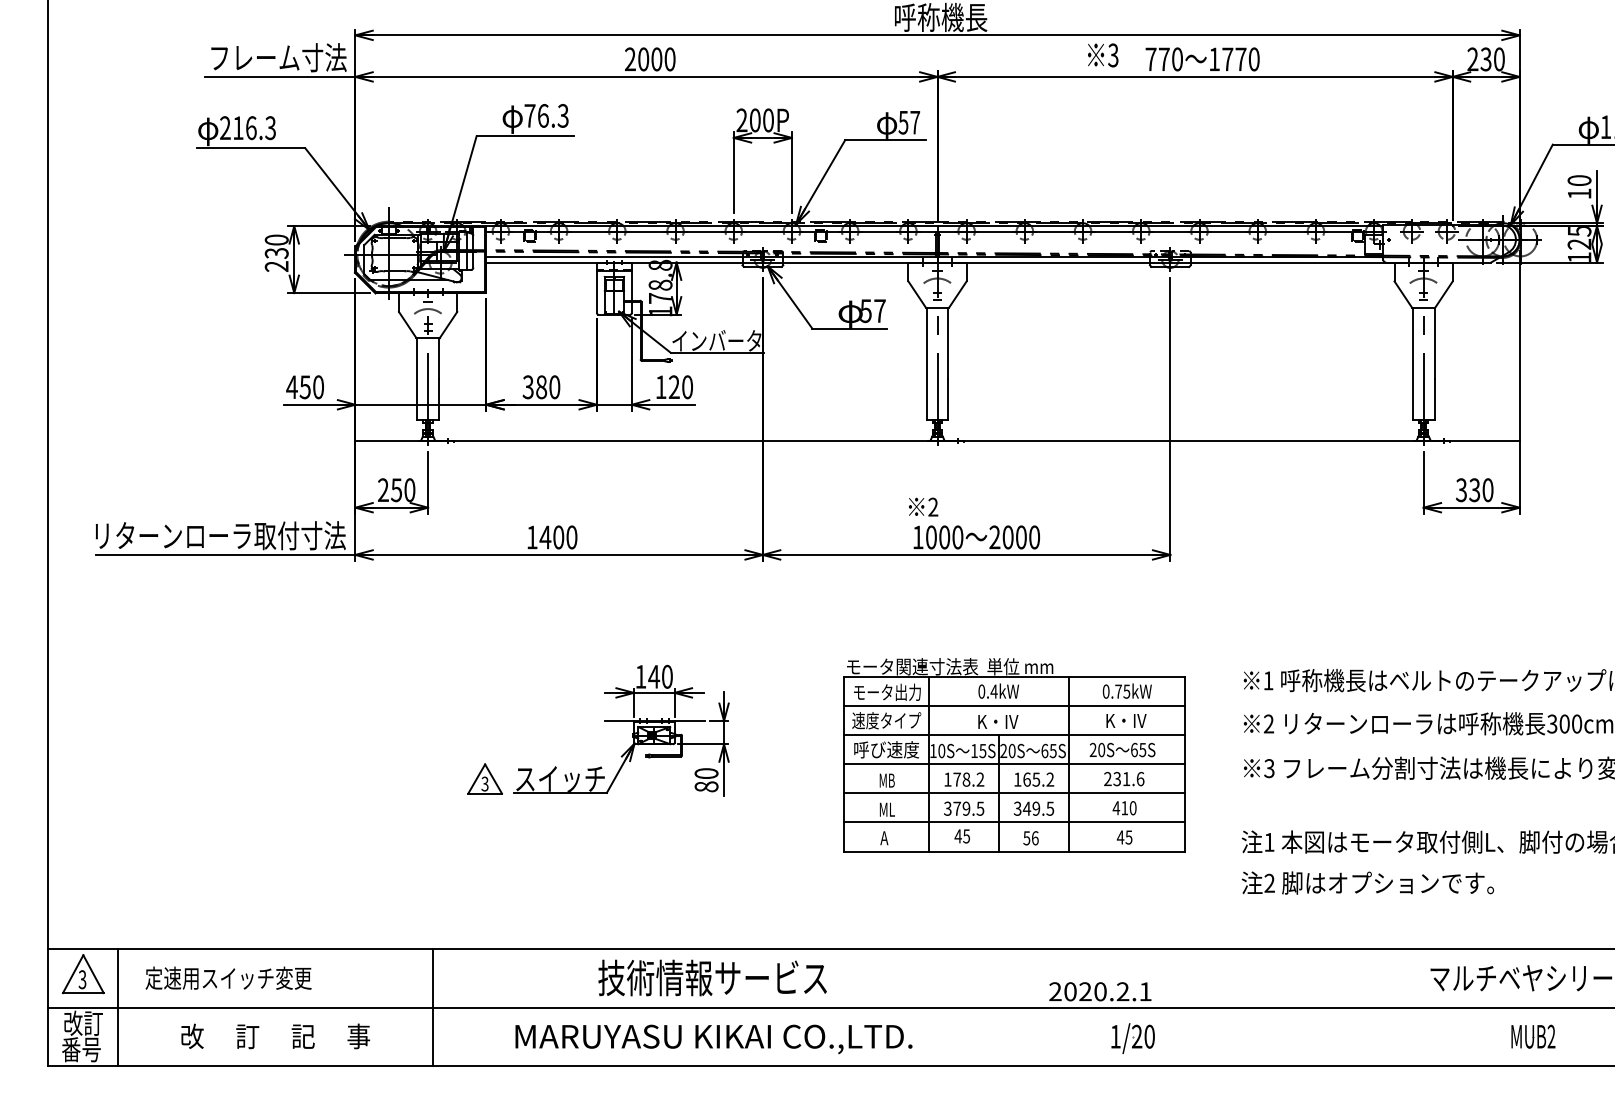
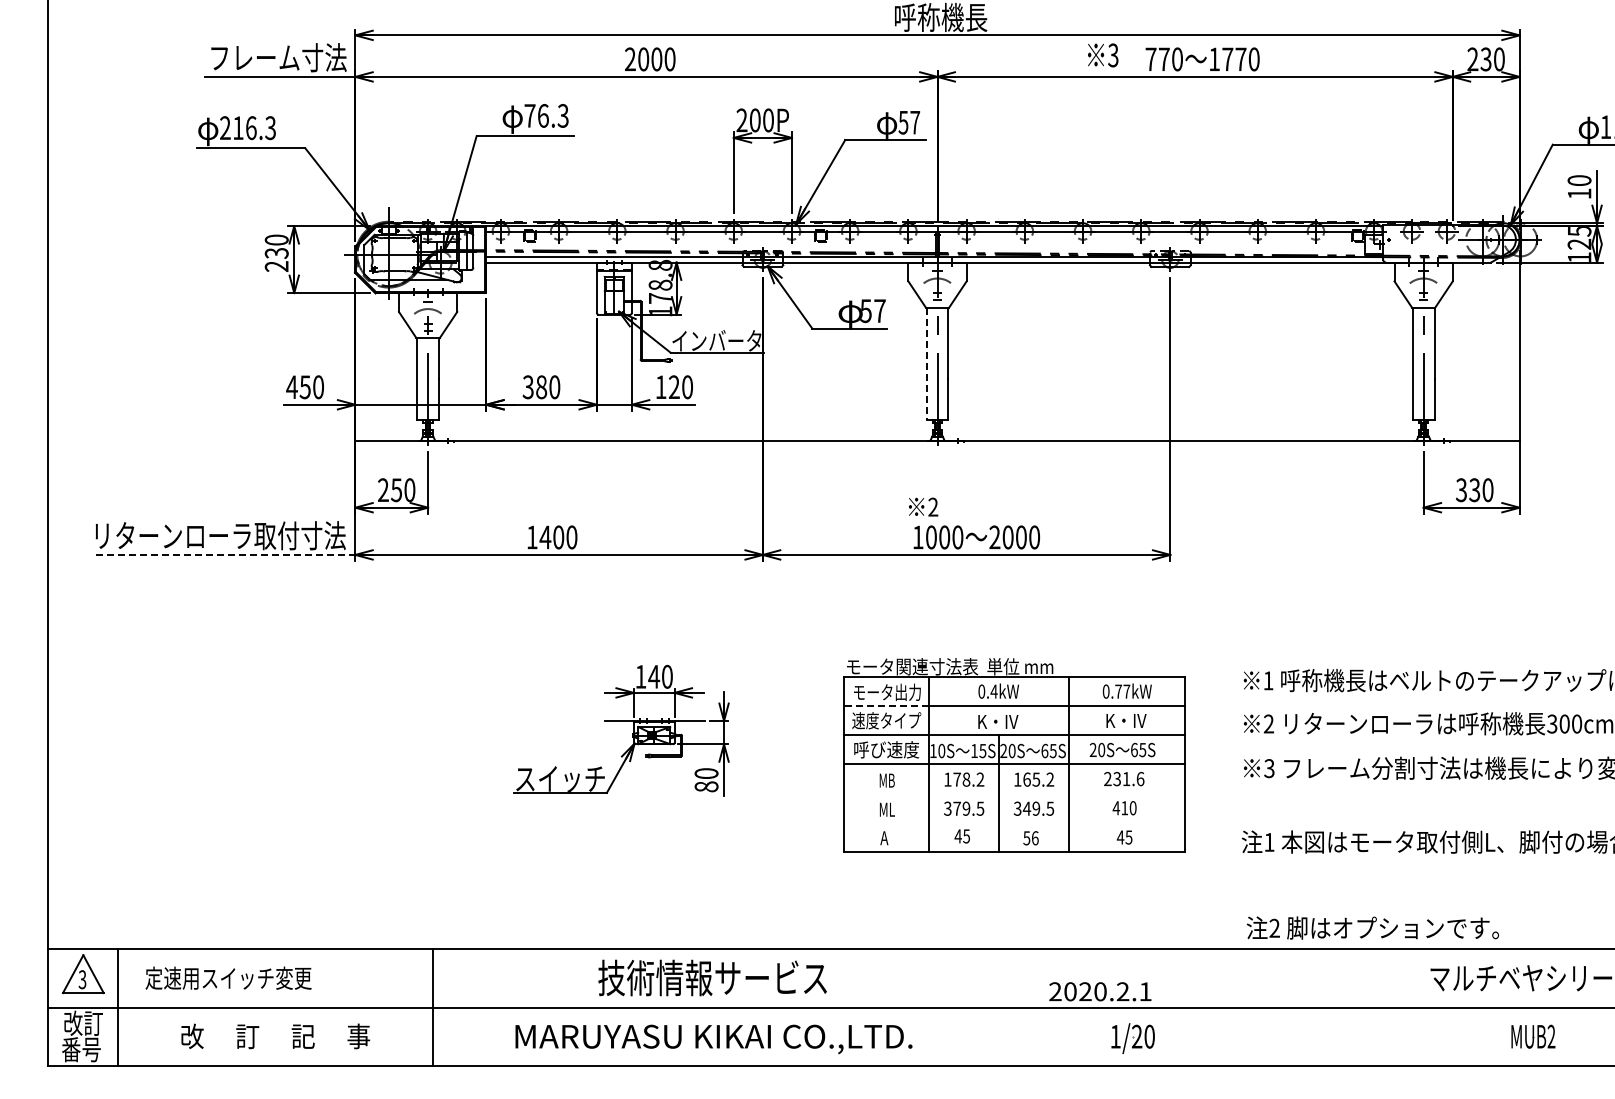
line at (926, 364): solid -> dashed
line at (225, 554): solid -> dashed
text at (1126, 691): 0.75kW -> 0.77kW
line at (886, 706): solid -> dashed
part at (484, 778): present -> none
line at (1014, 793): present -> none
line at (1014, 822): present -> none
text at (1367, 882) position: (1367, 882) -> (1372, 927)
